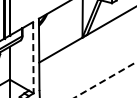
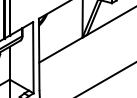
line at (33, 57): dashed -> solid
line at (105, 79): dashed -> solid
